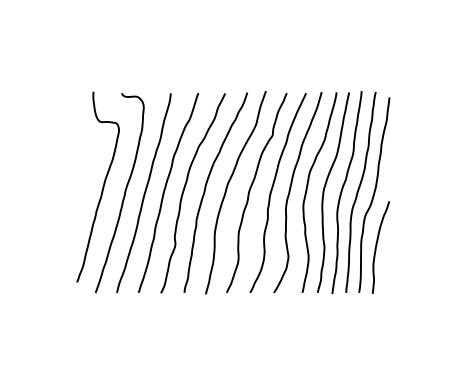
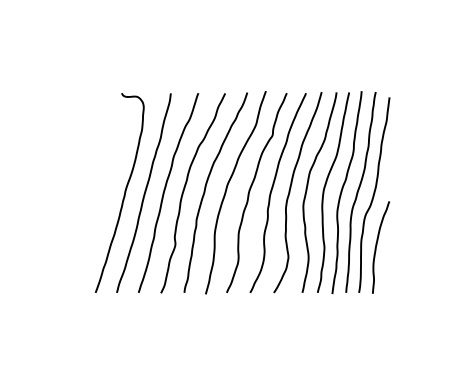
curve at (102, 186): present -> none
